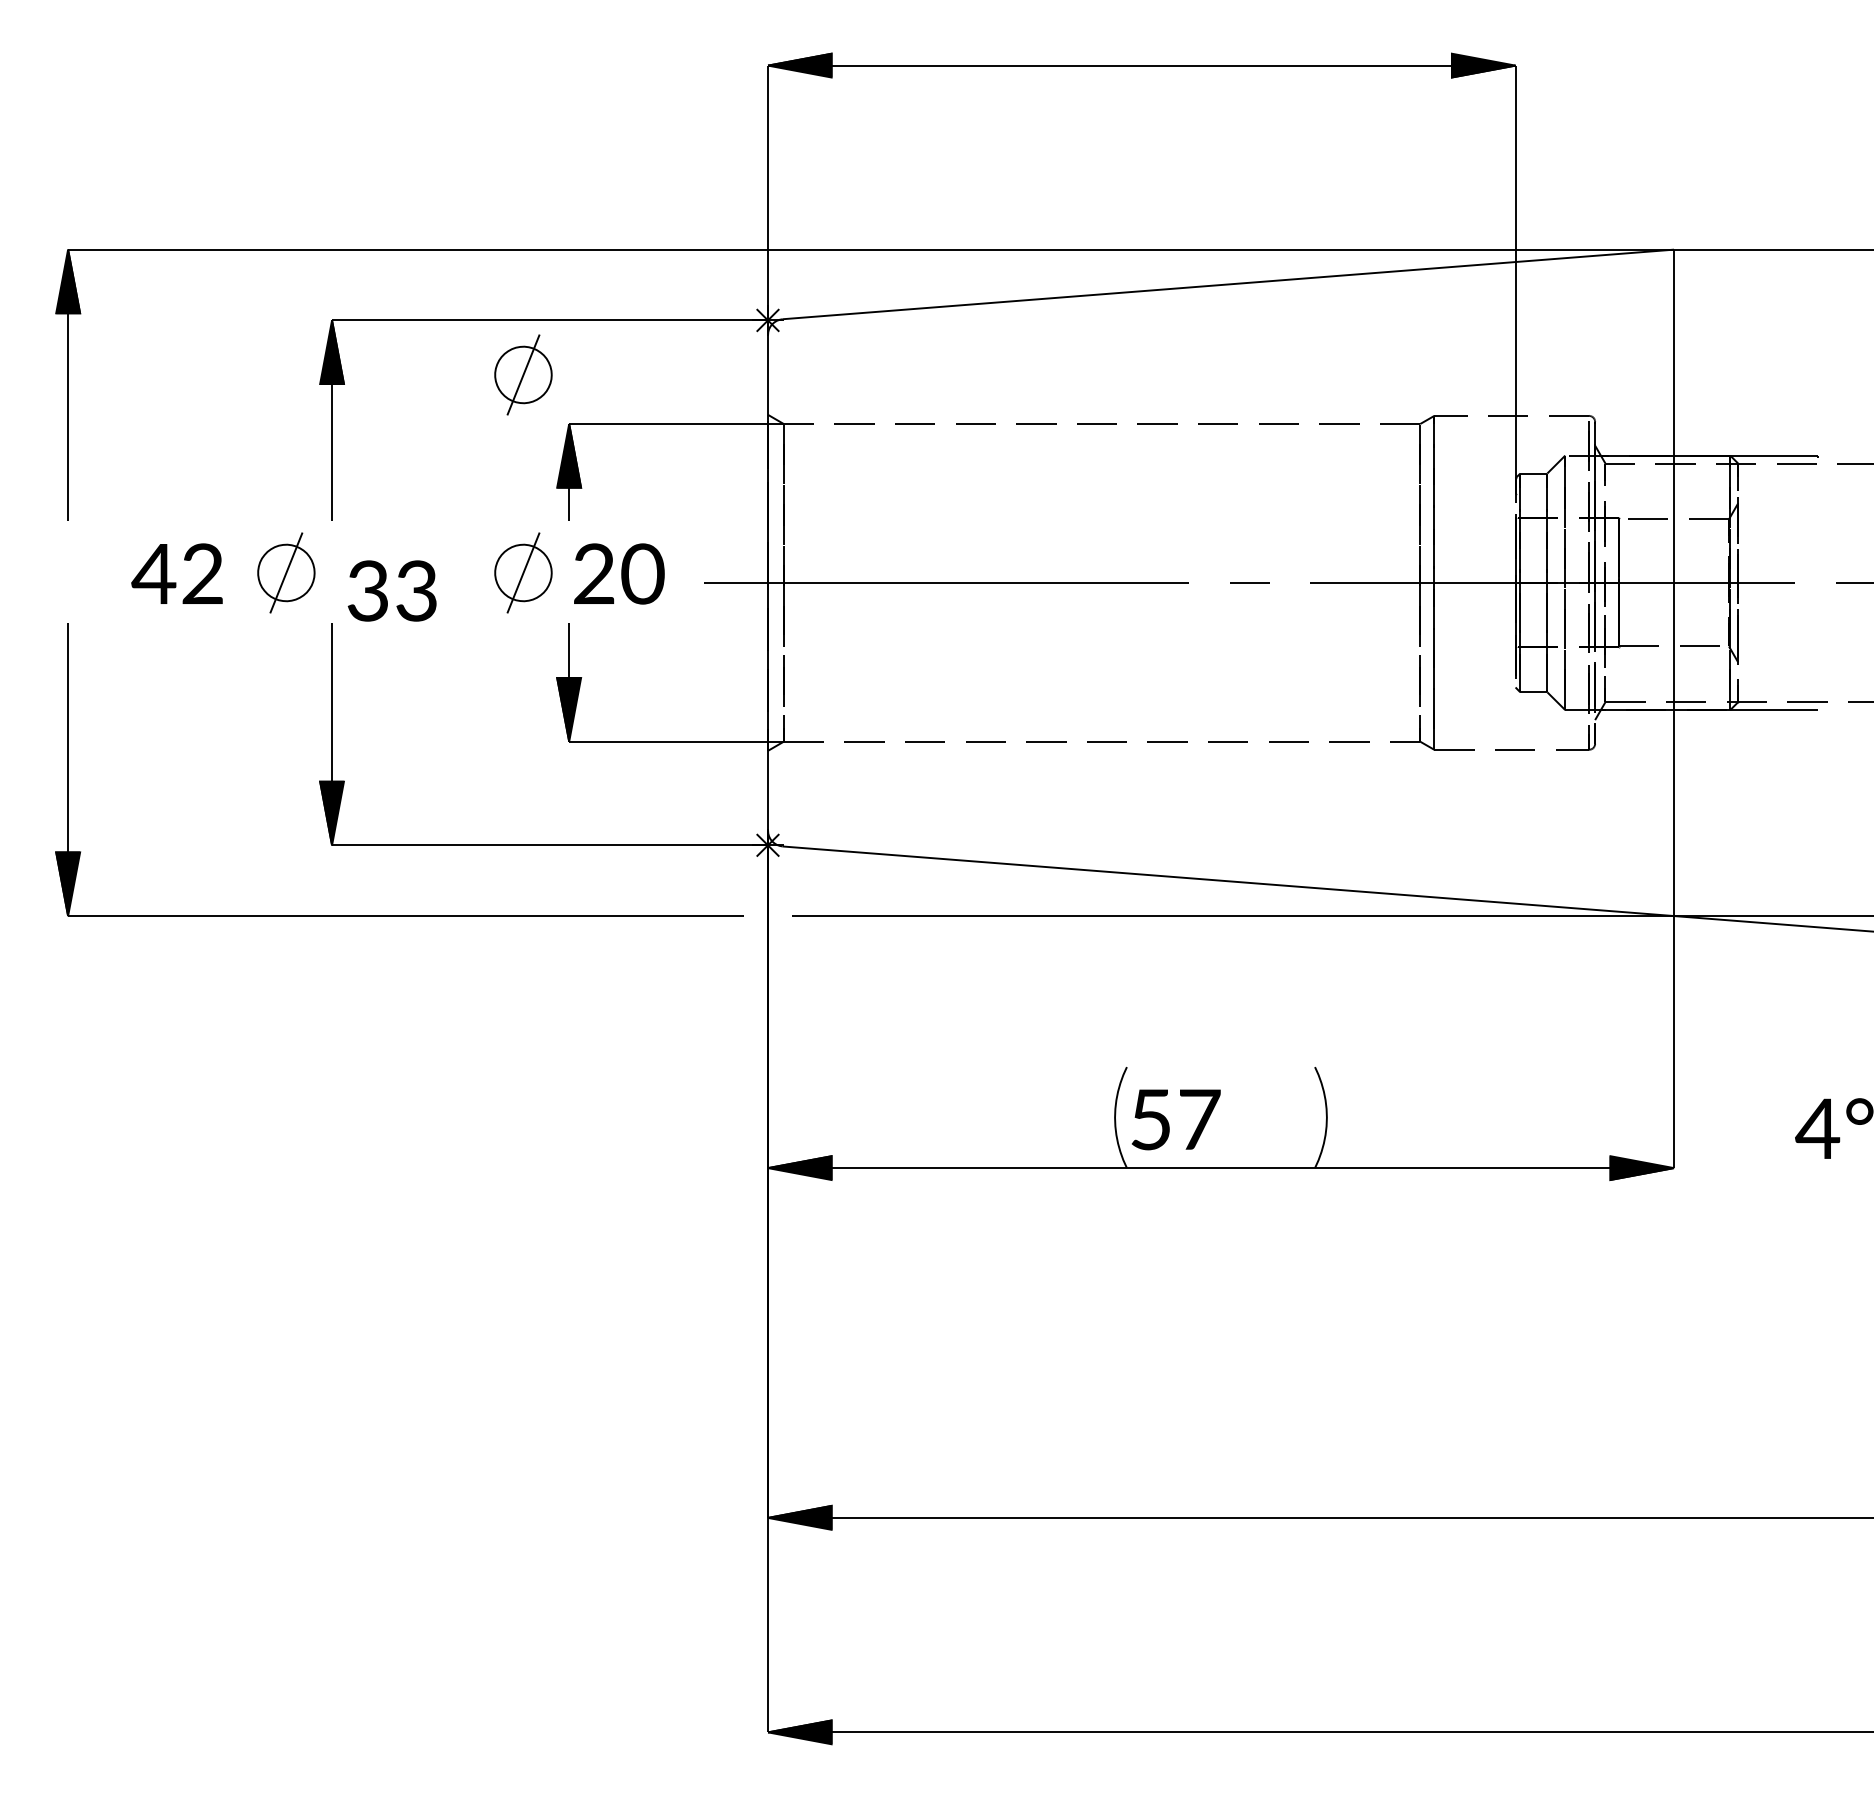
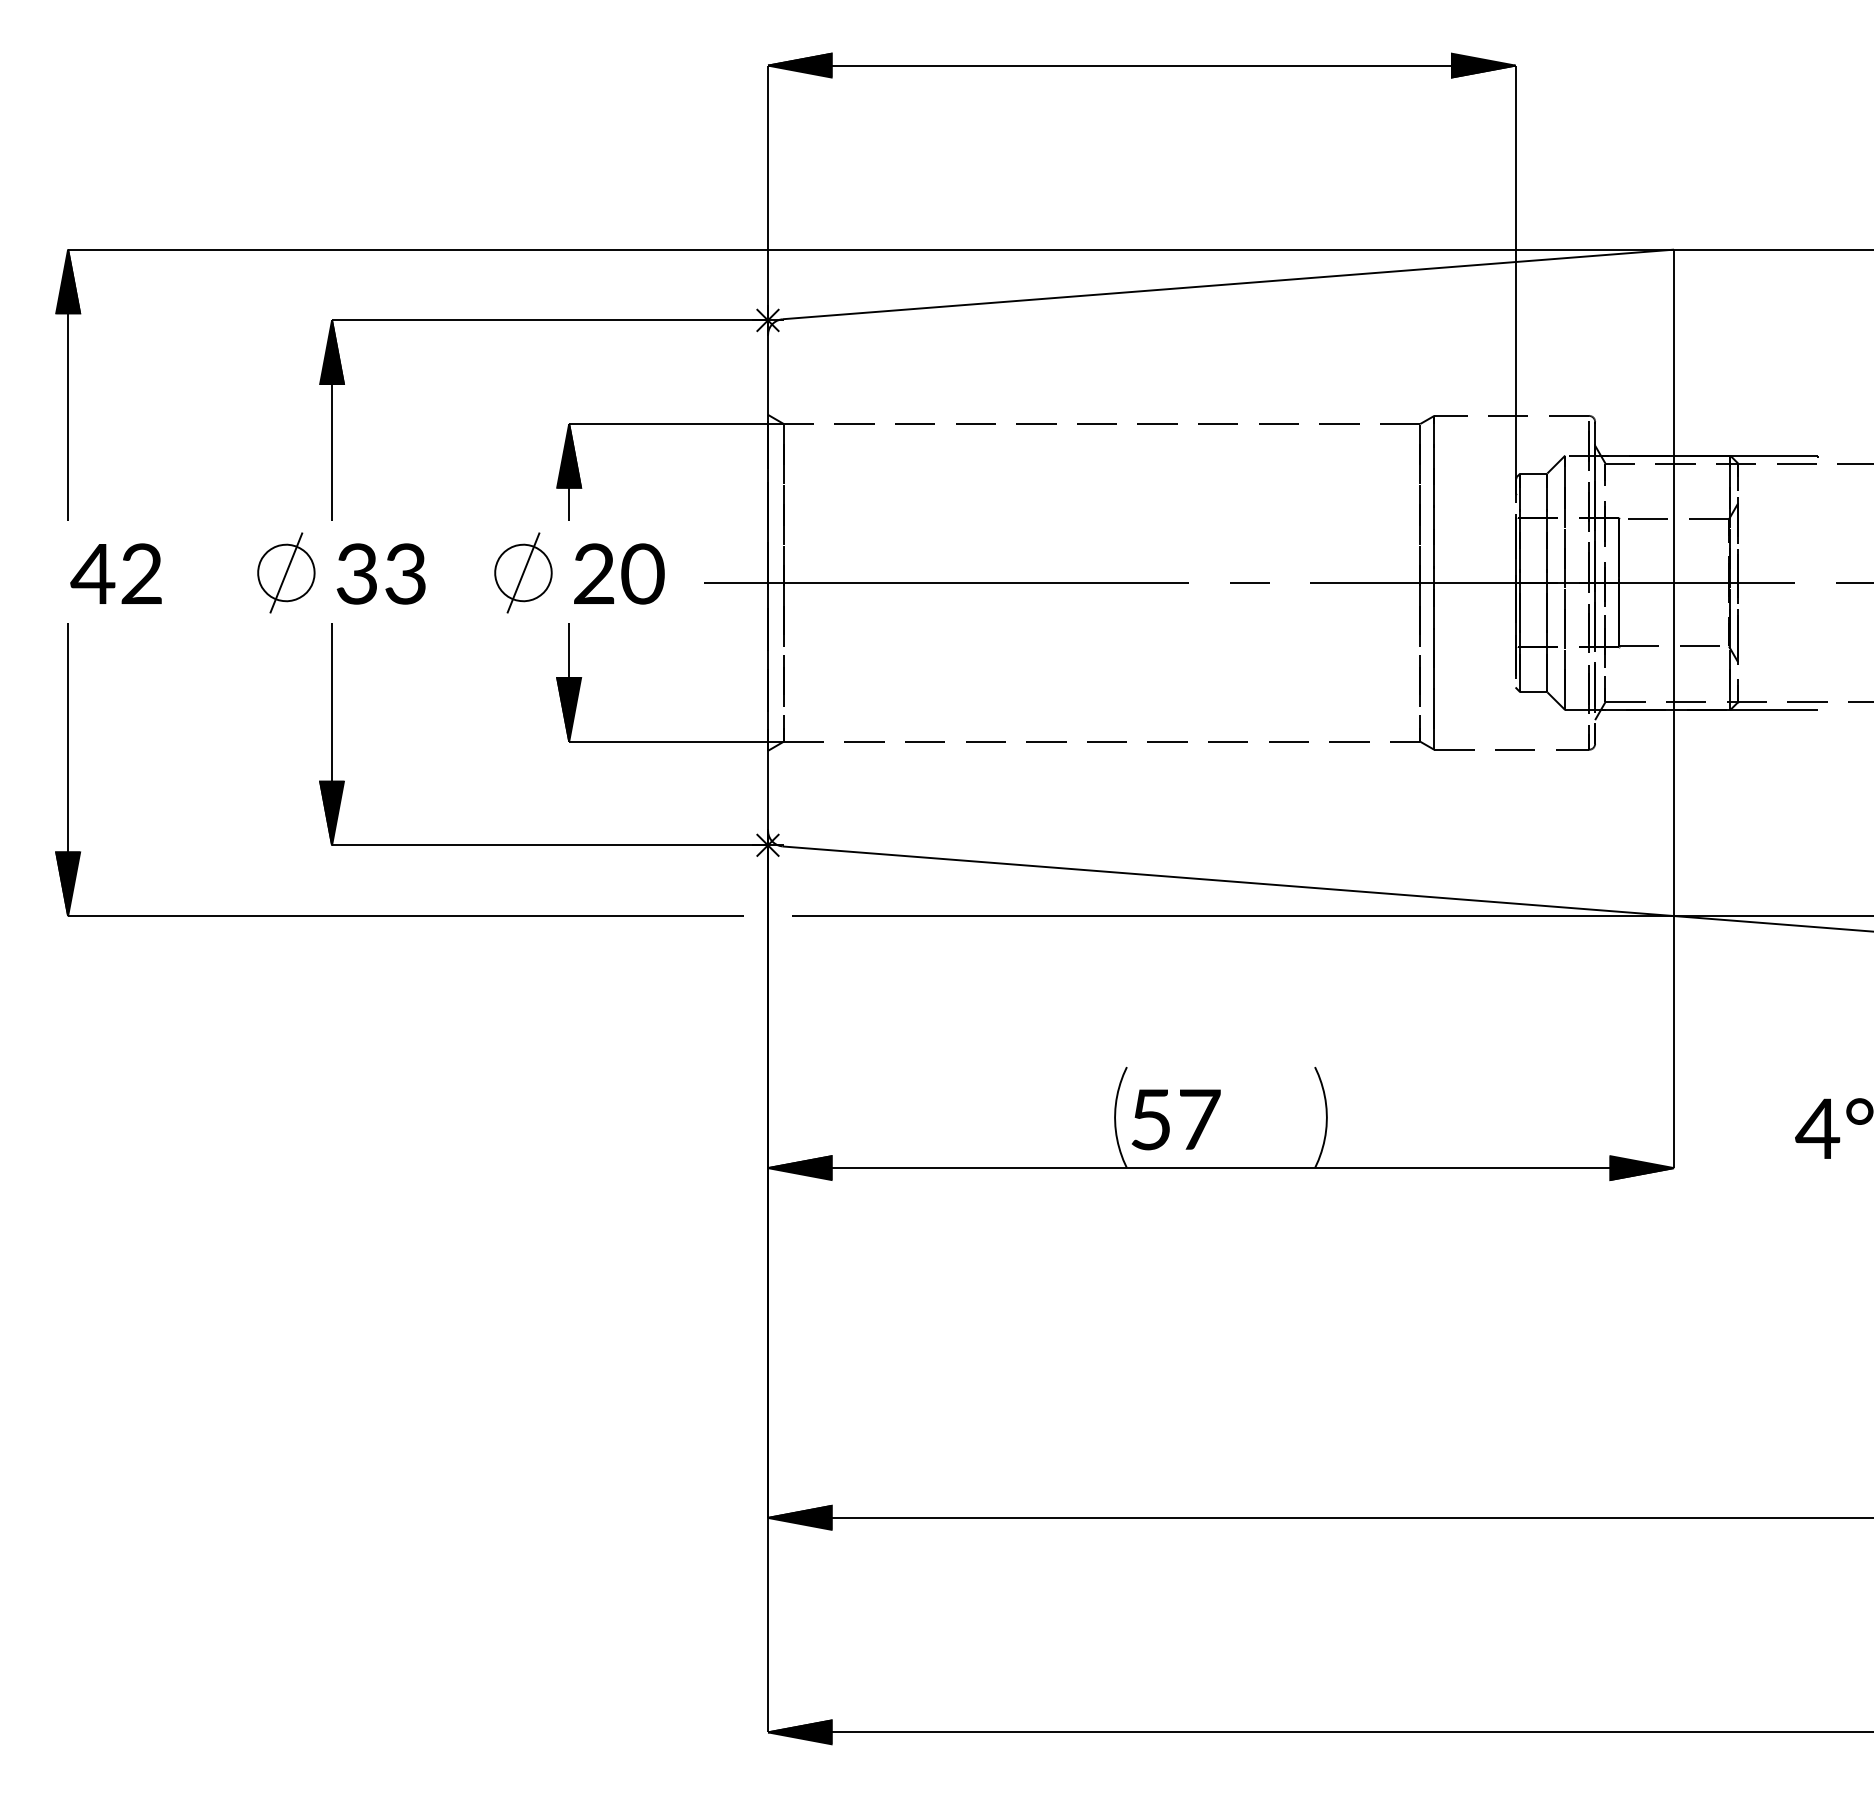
part at (523, 374): present -> none
text at (176, 573) position: (176, 573) -> (115, 573)
text at (391, 590) position: (391, 590) -> (380, 573)
